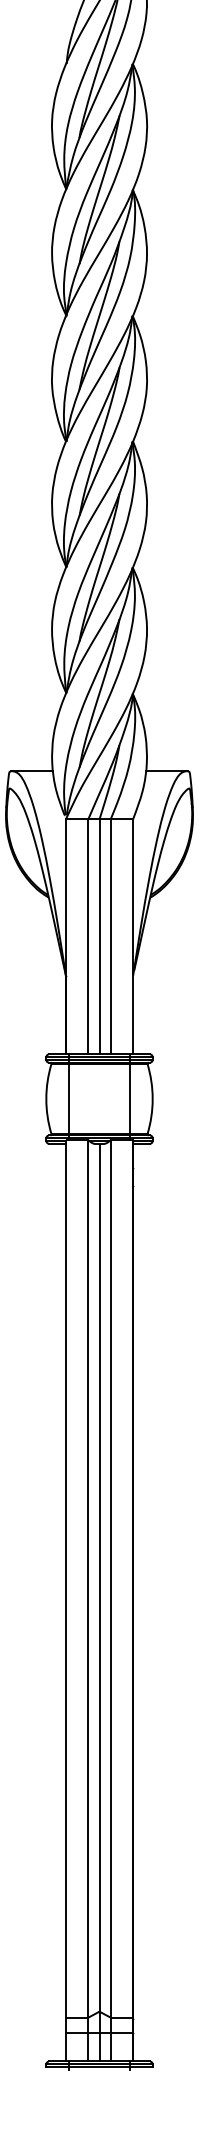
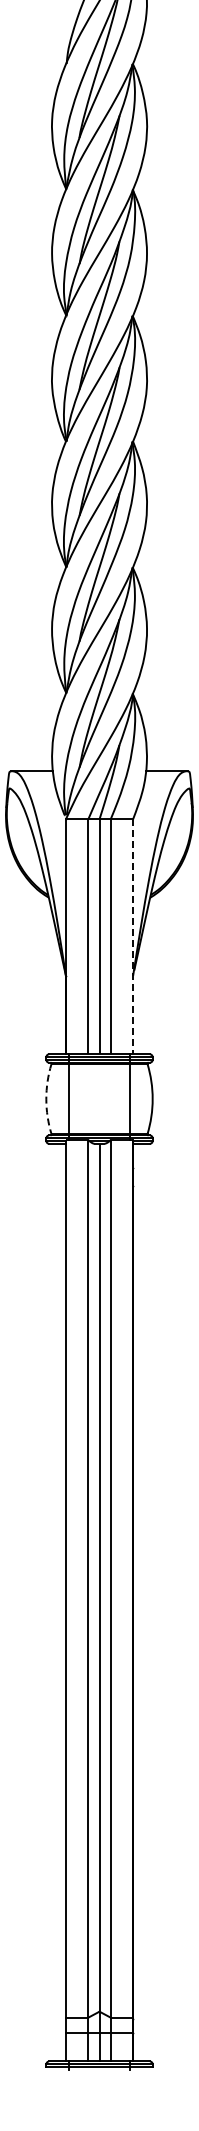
line at (133, 936): solid -> dashed
arc at (46, 1099): solid -> dashed
